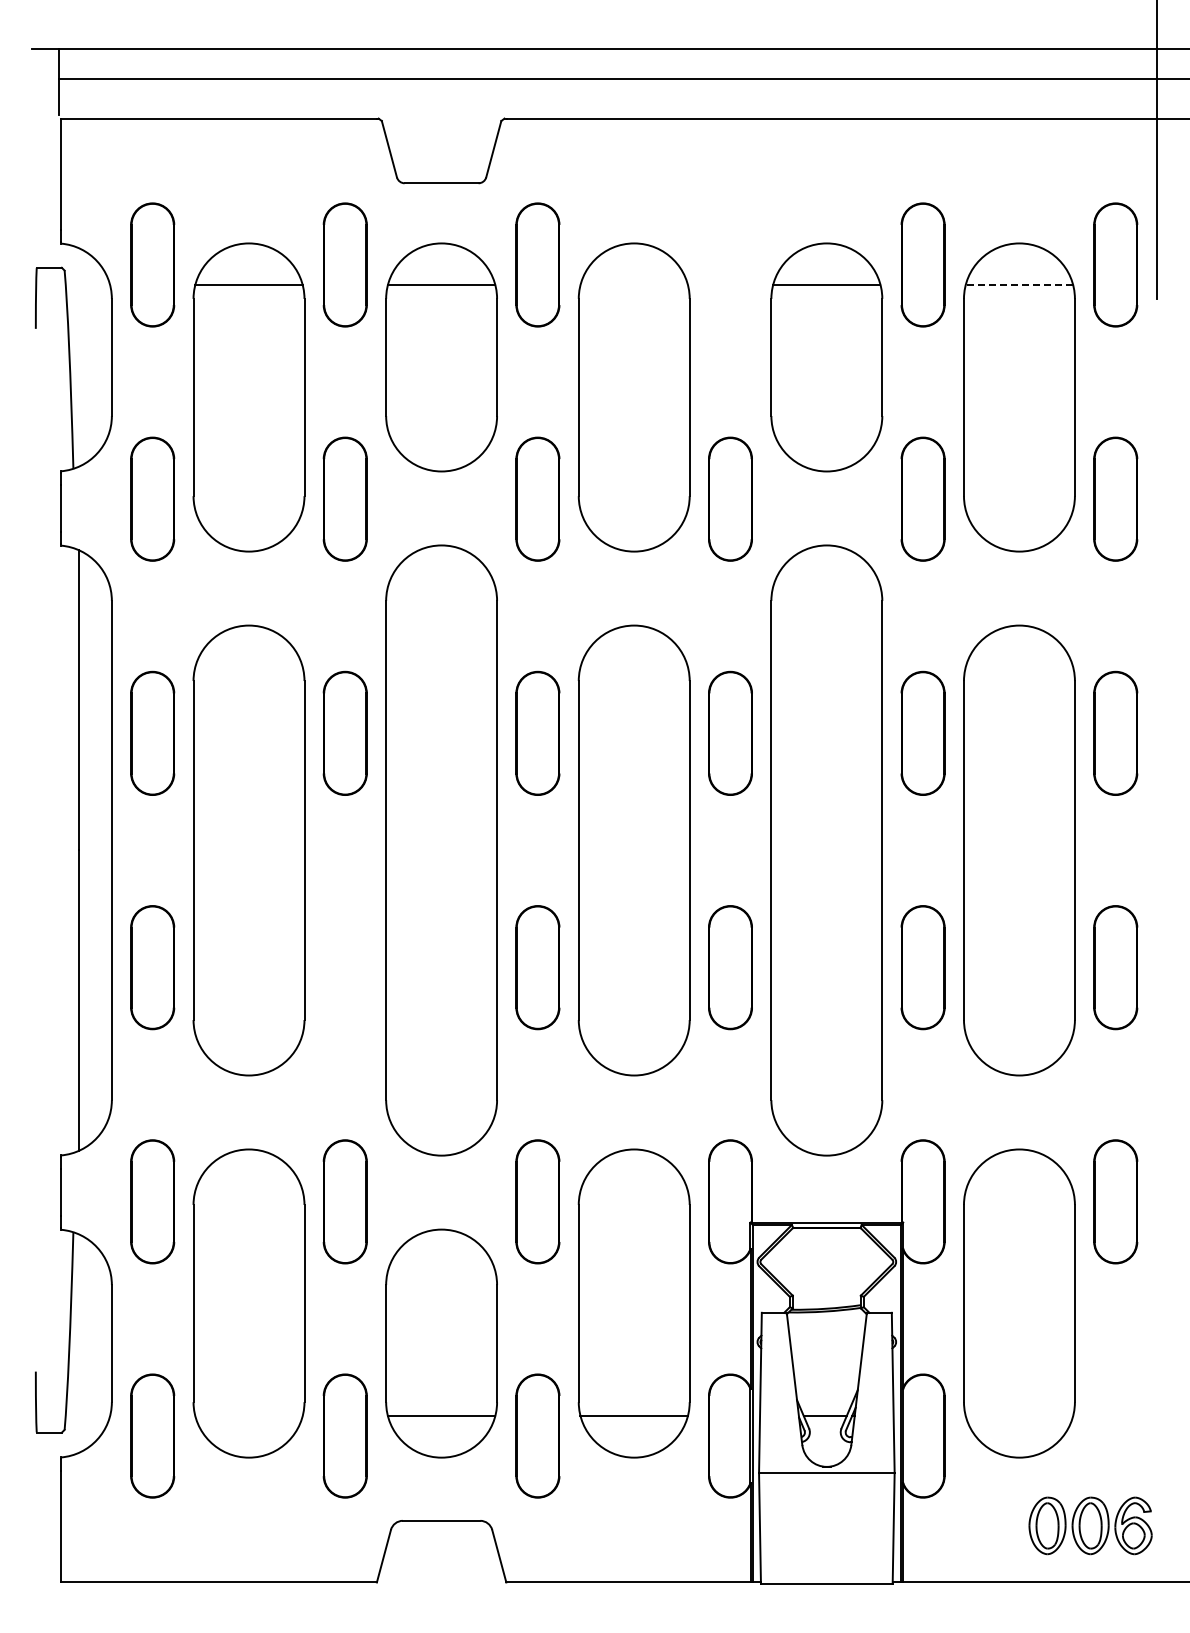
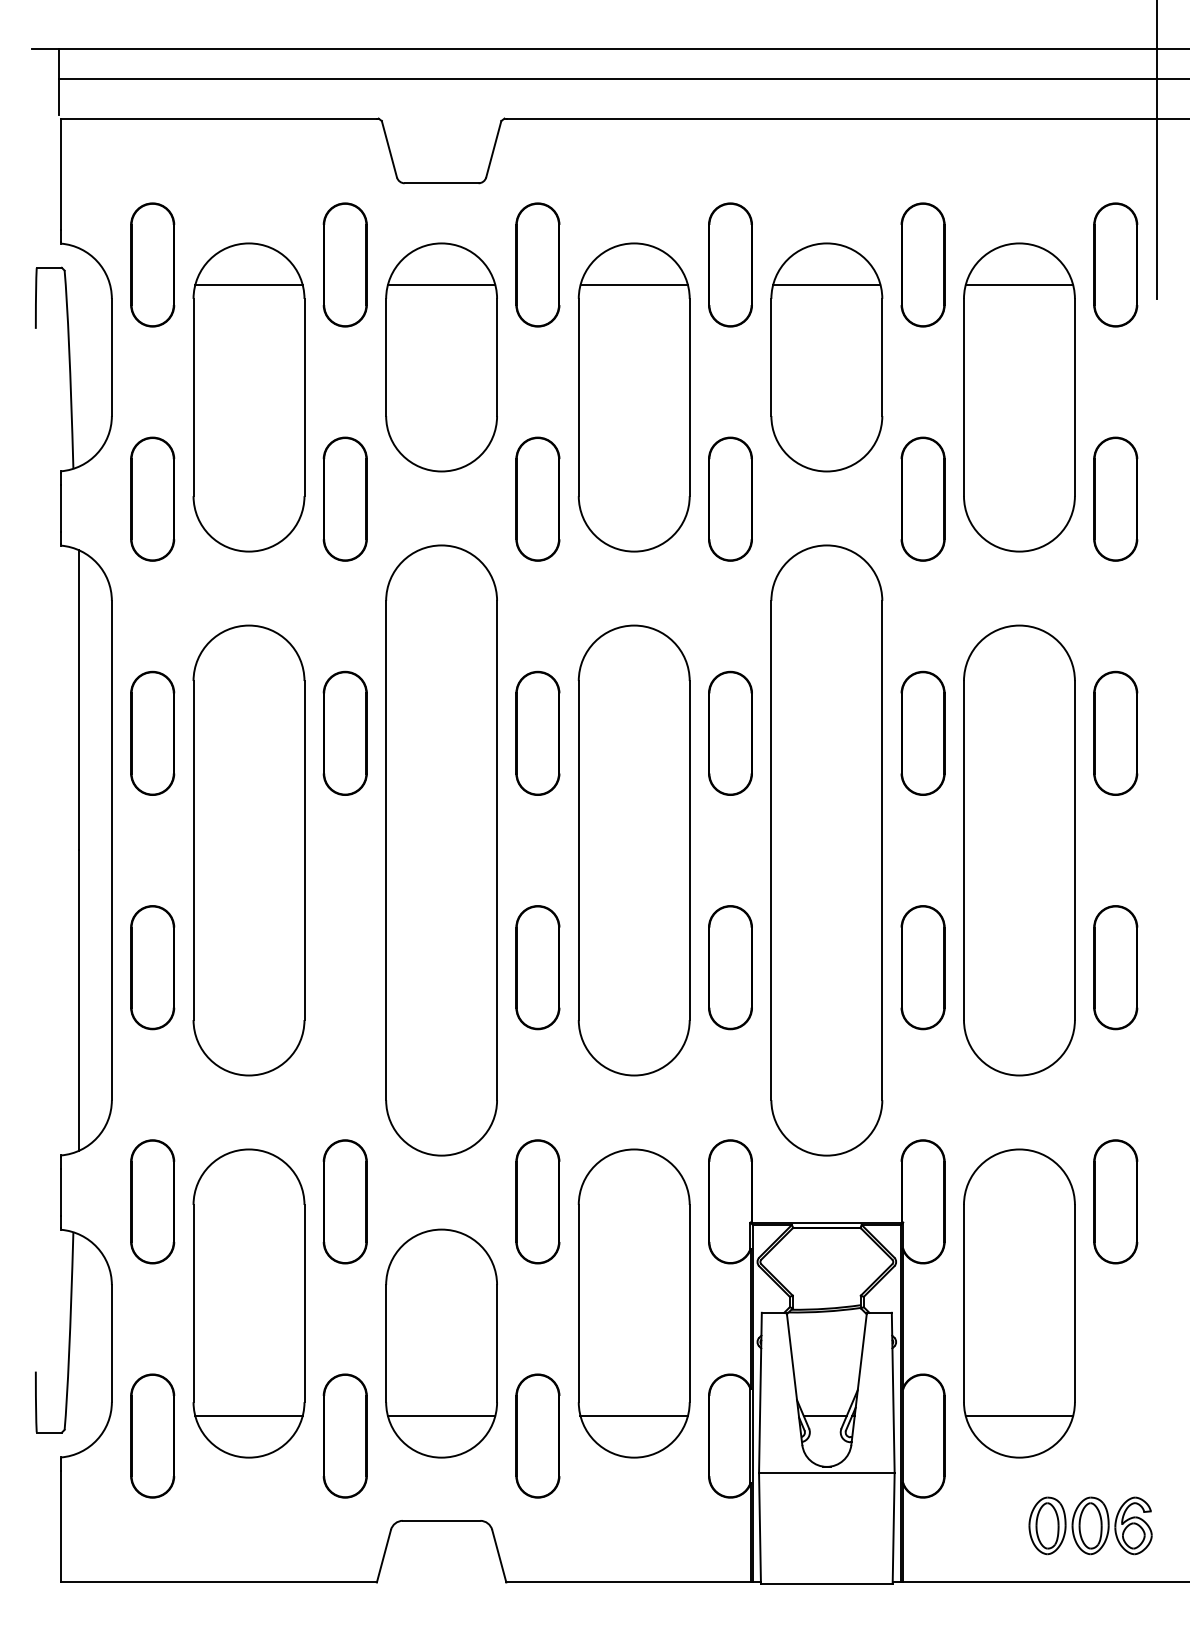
part at (730, 264): none -> present
line at (633, 284): none -> present
line at (1019, 284): dashed -> solid
line at (248, 1415): none -> present
line at (1019, 1415): none -> present
